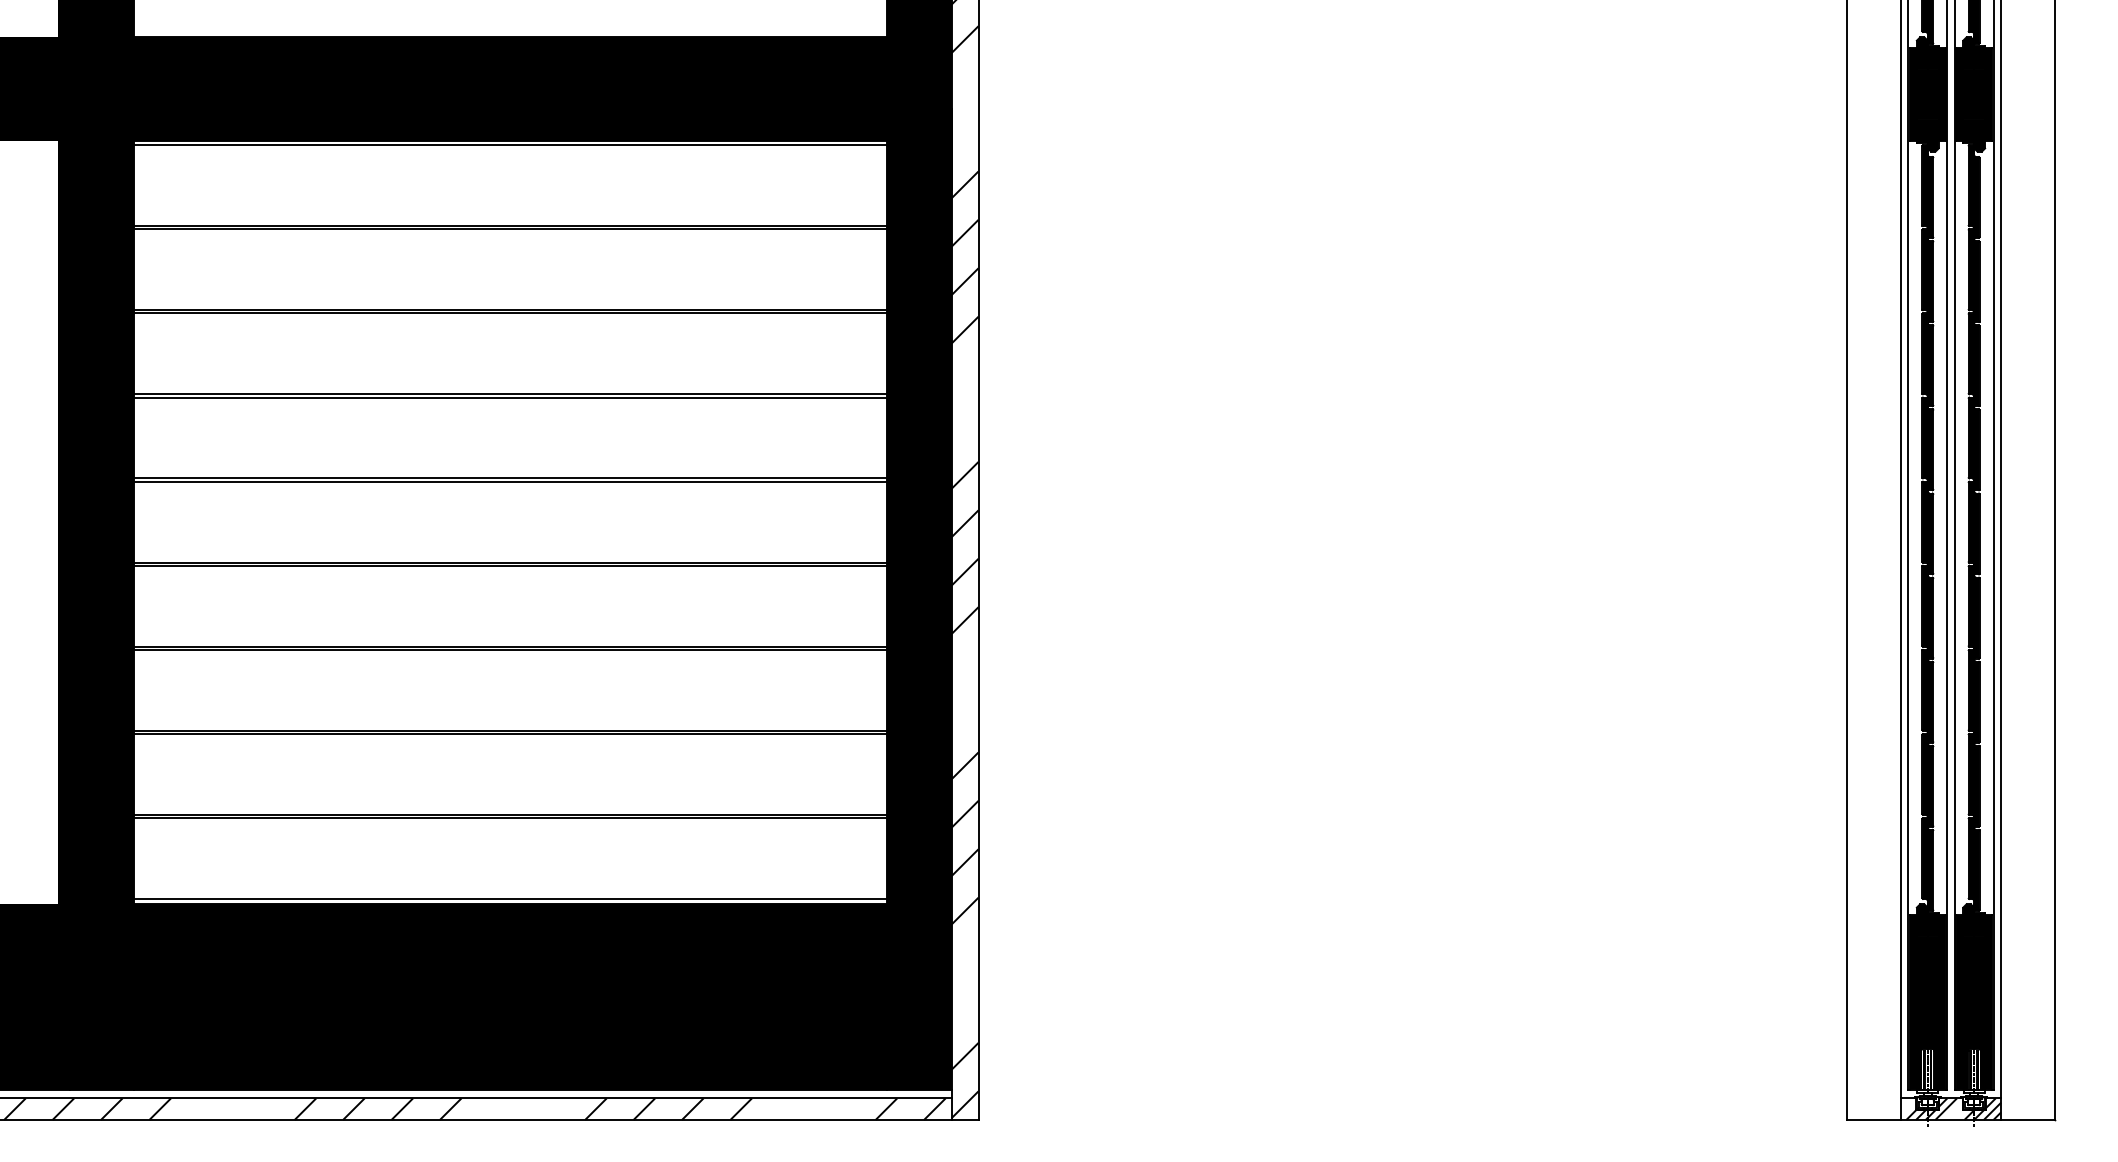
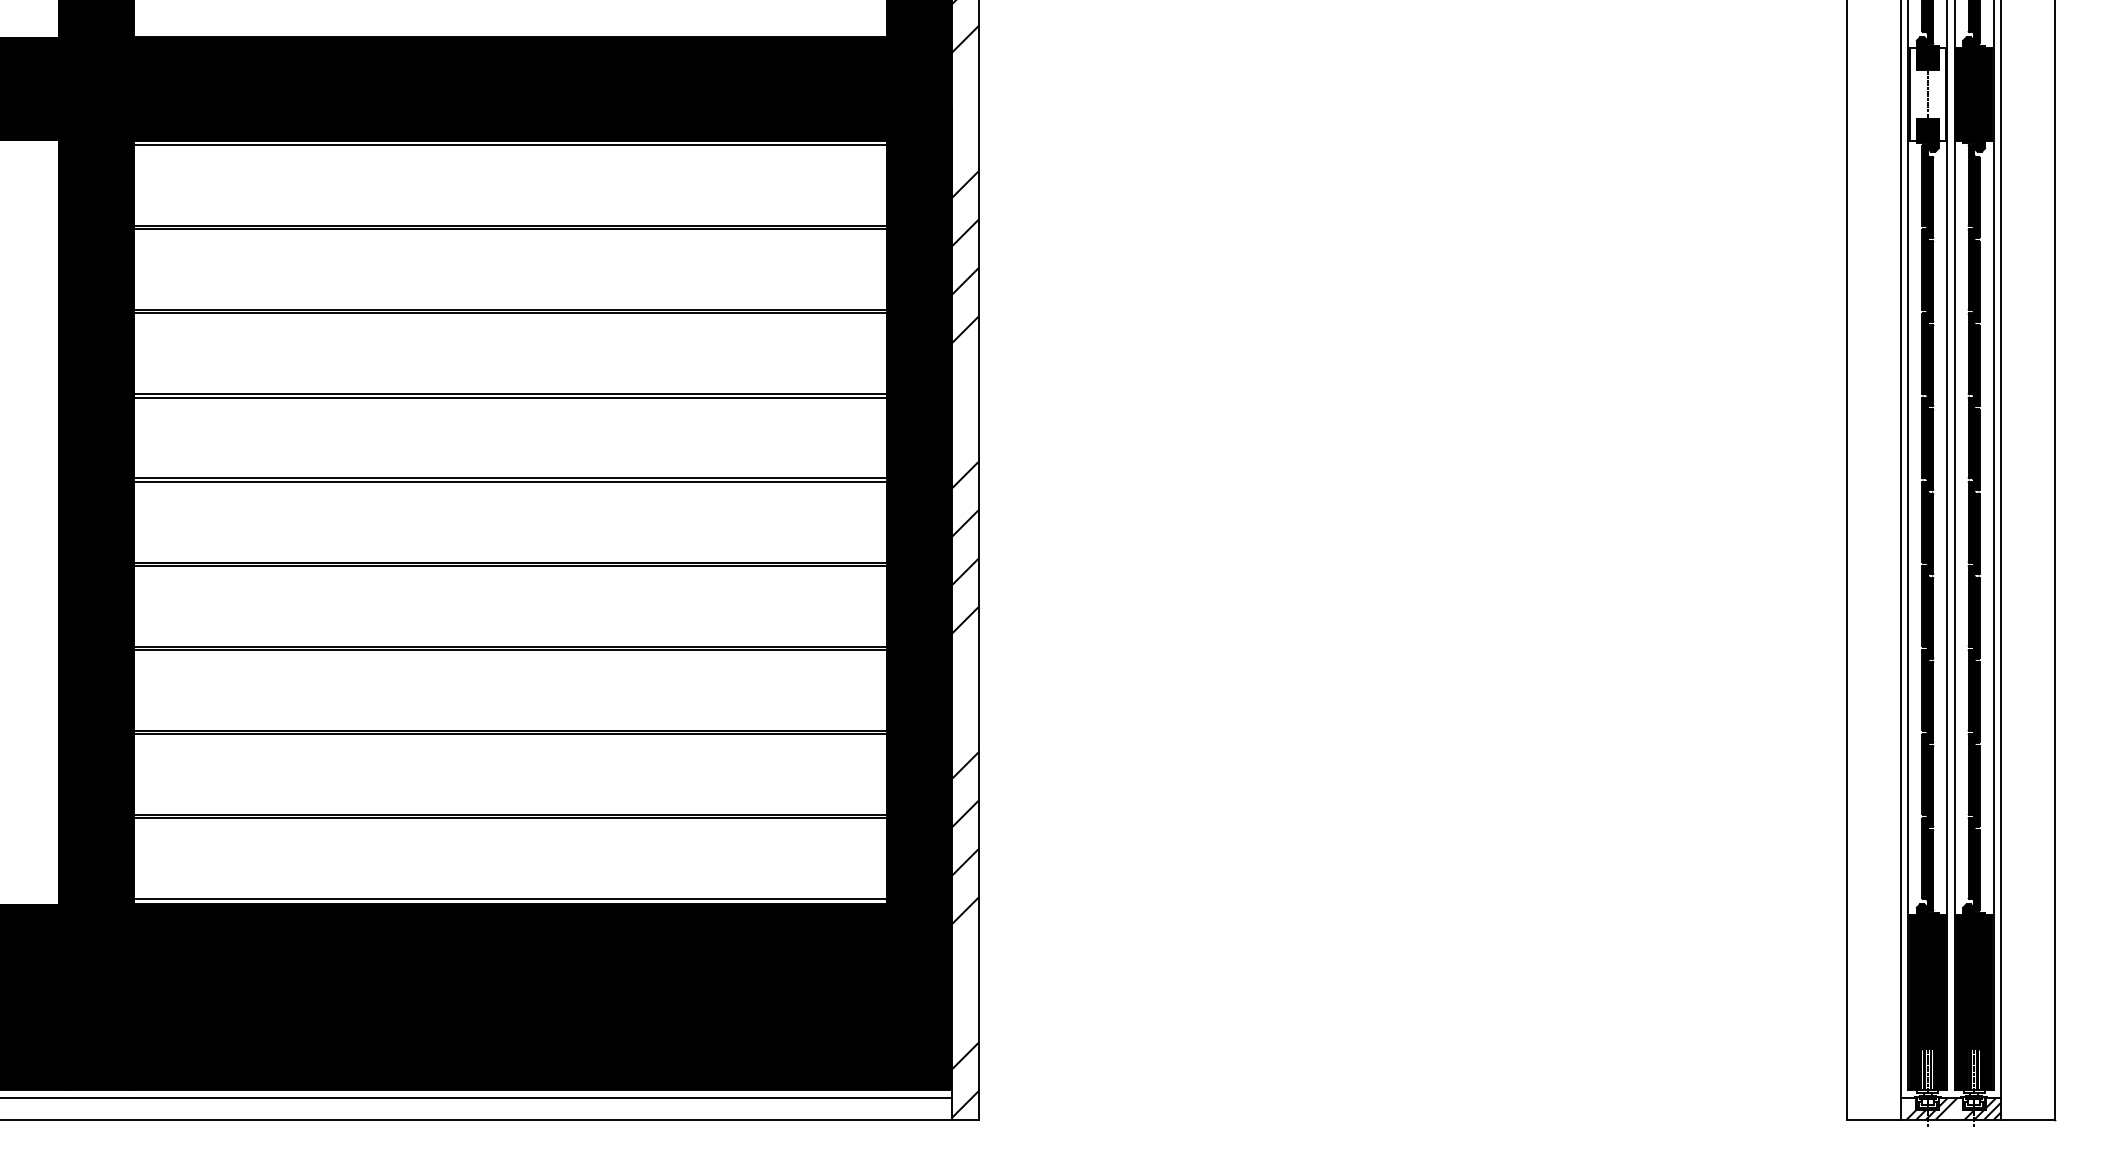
fill at (1927, 94): present -> none
hatch at (474, 1109): present -> none
